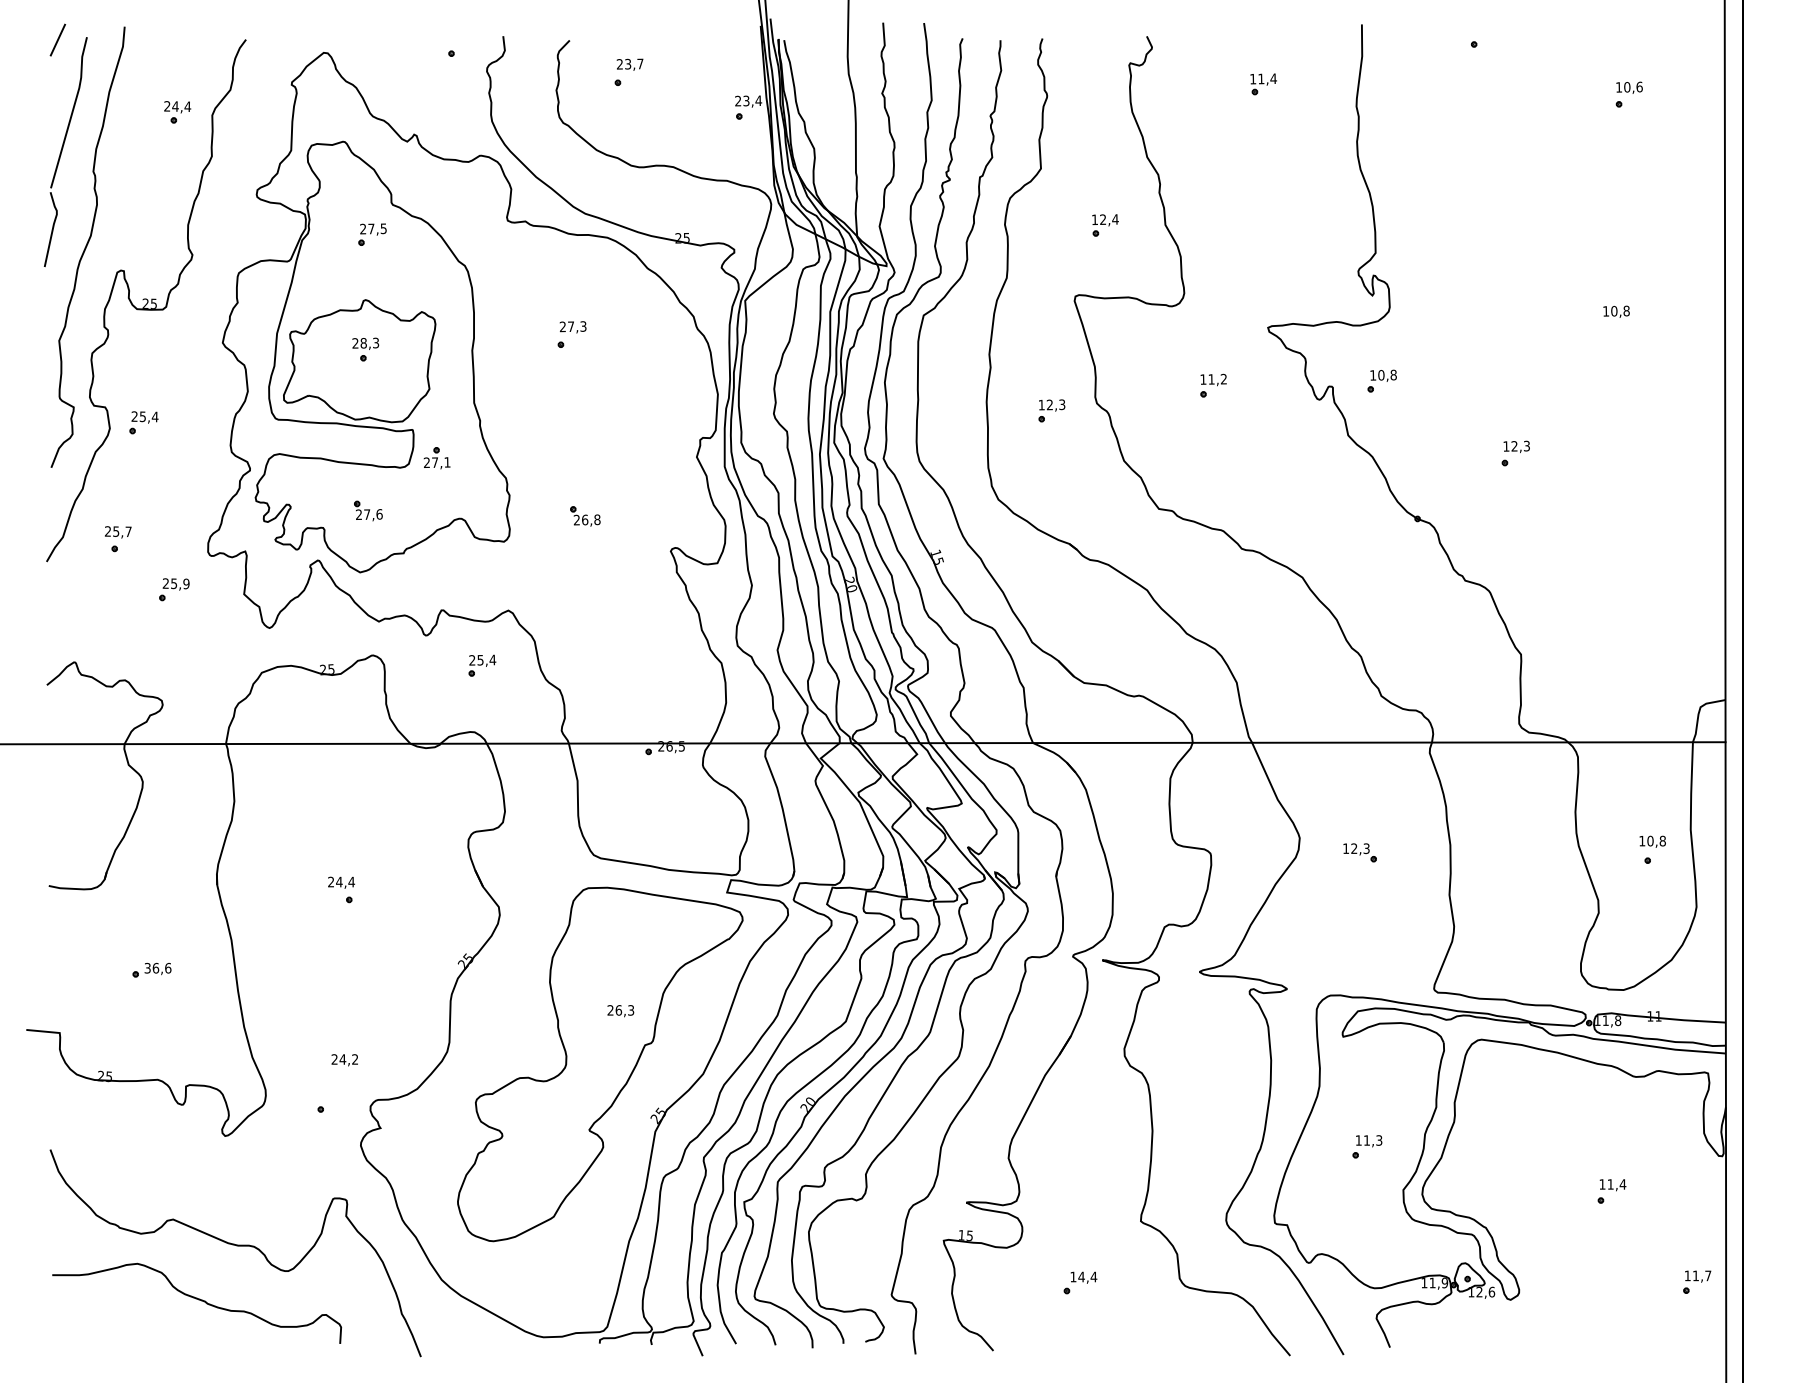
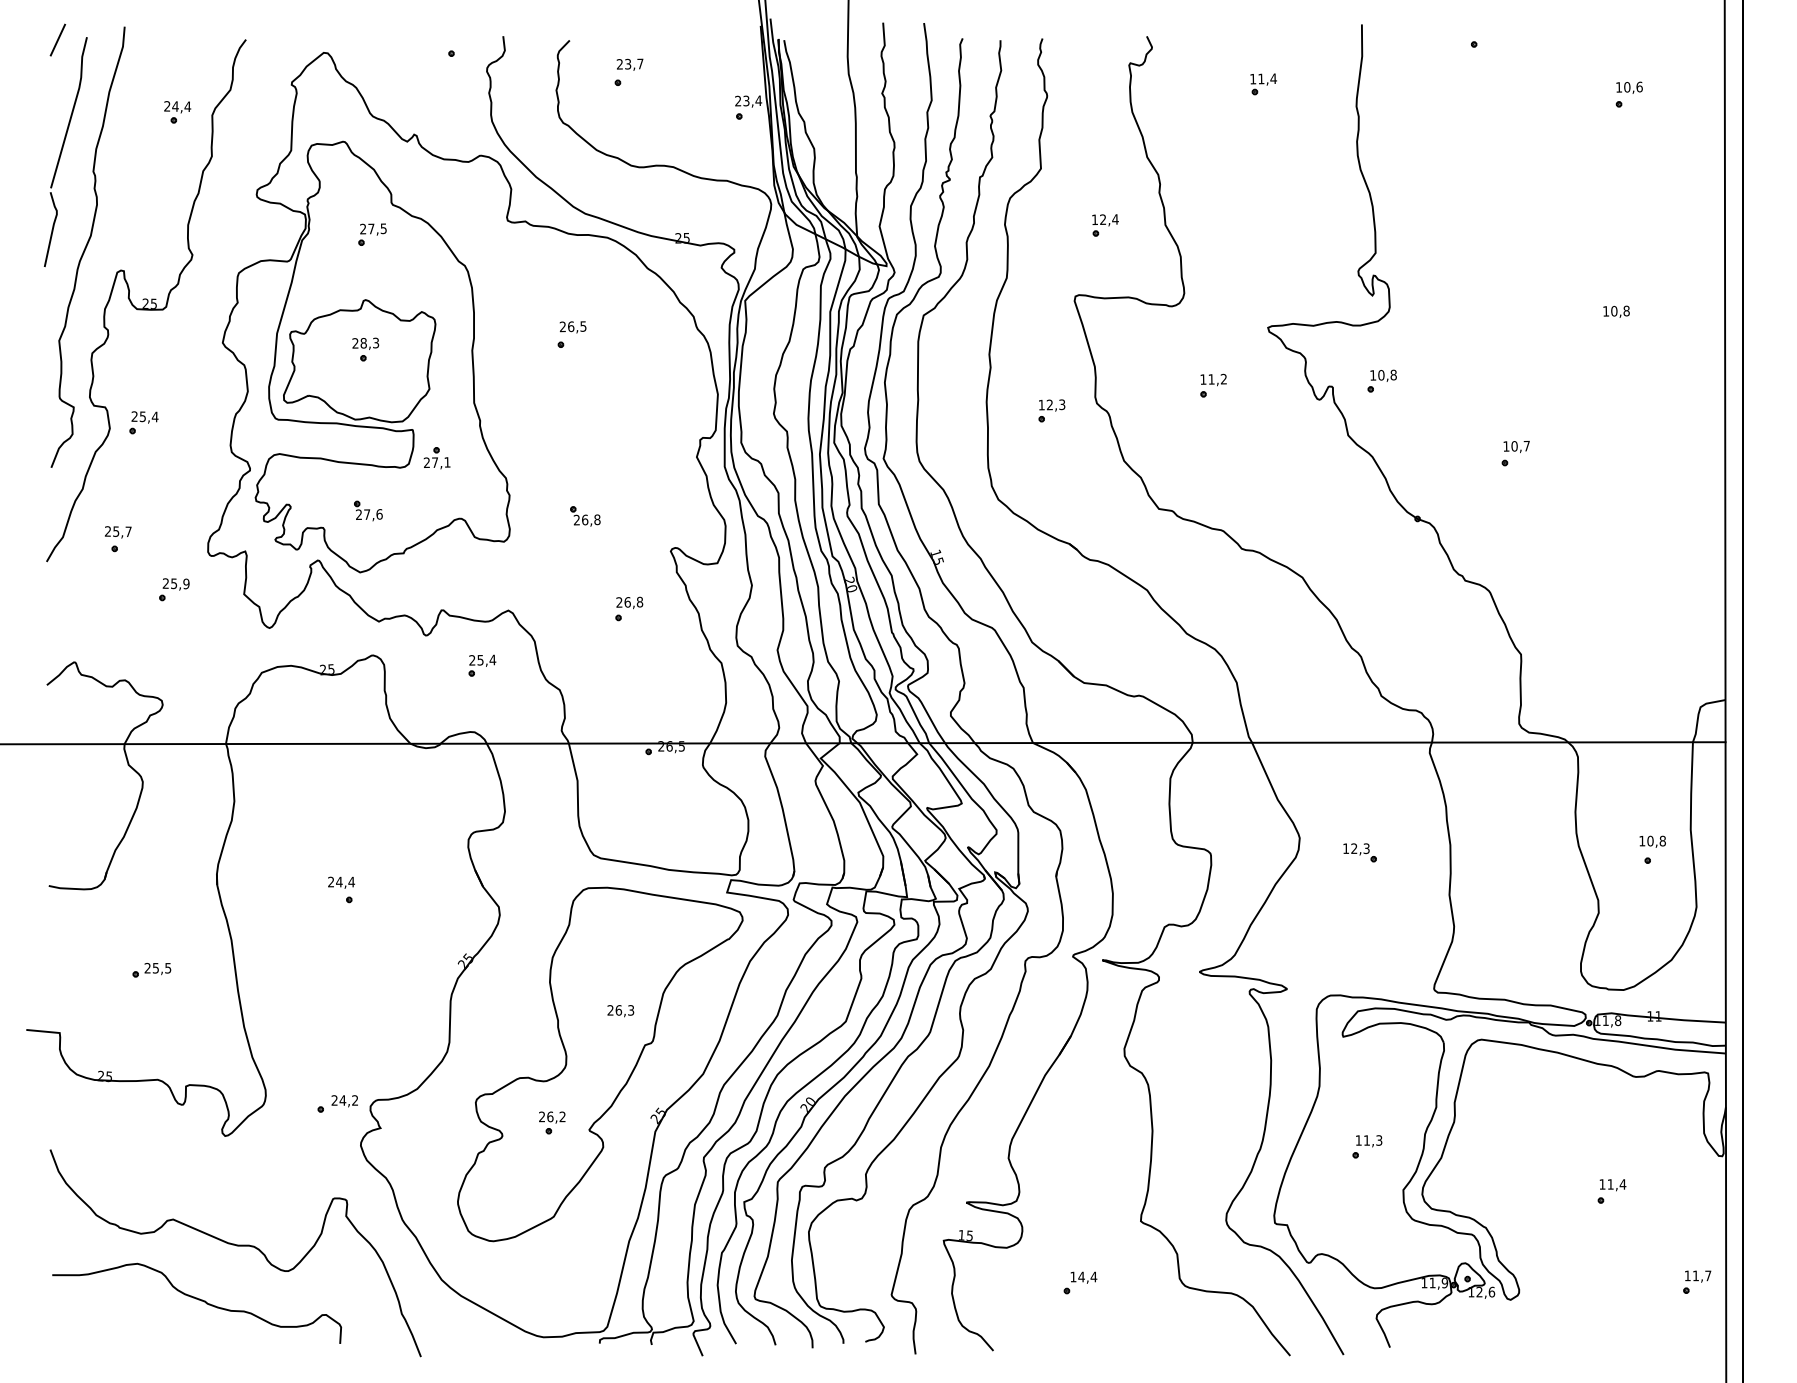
text at (577, 326): 27,3 -> 26,5
text at (1520, 445): 12,3 -> 10,7
part at (629, 608): none -> present
text at (157, 967): 36,6 -> 25,5
text at (344, 1060) position: (344, 1060) -> (344, 1101)
part at (552, 1122): none -> present
